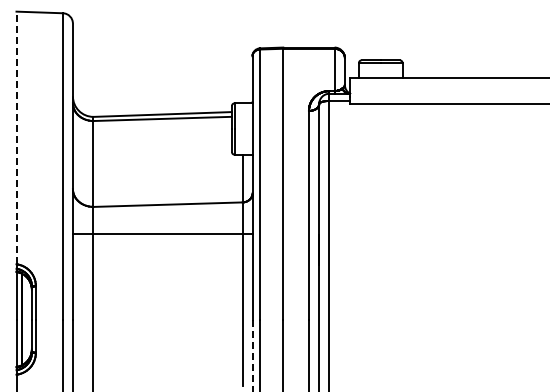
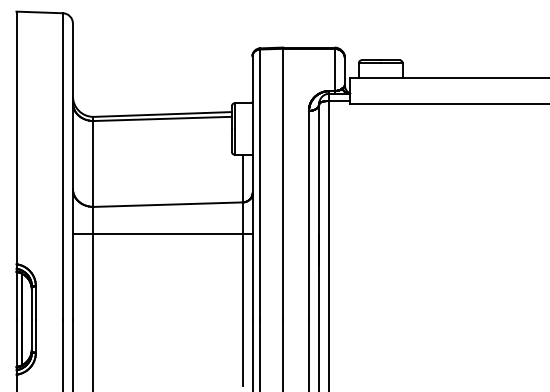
line at (16, 137): dashed -> solid
line at (252, 355): dashed -> solid
